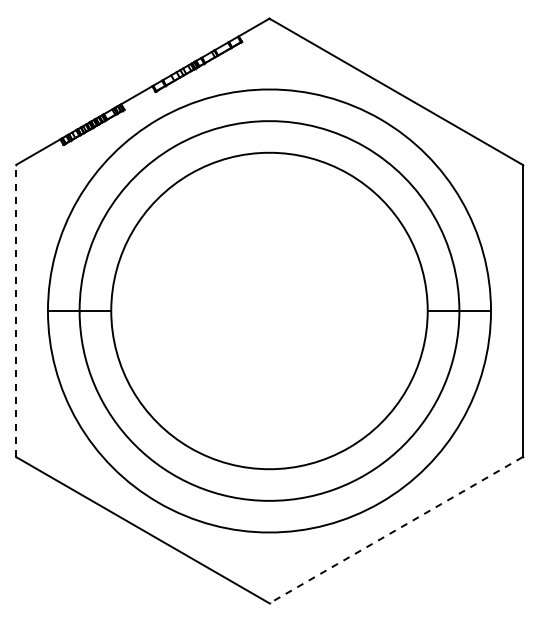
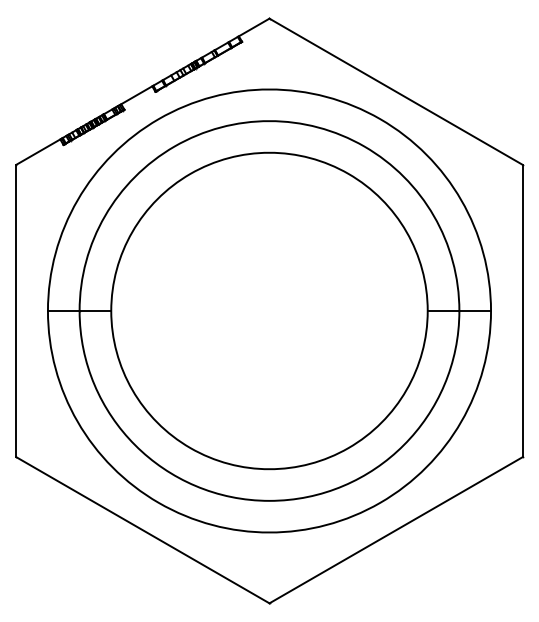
line at (16, 310): dashed -> solid
line at (395, 530): dashed -> solid
